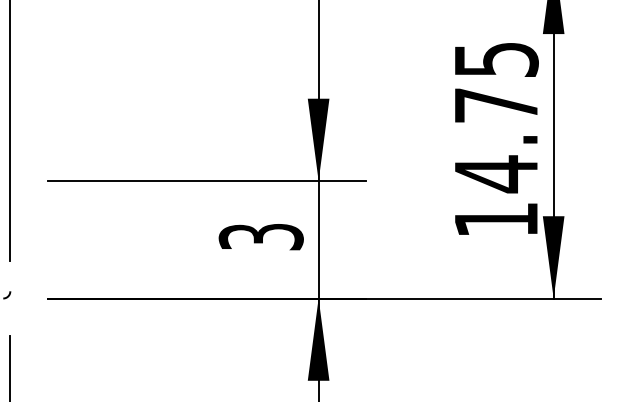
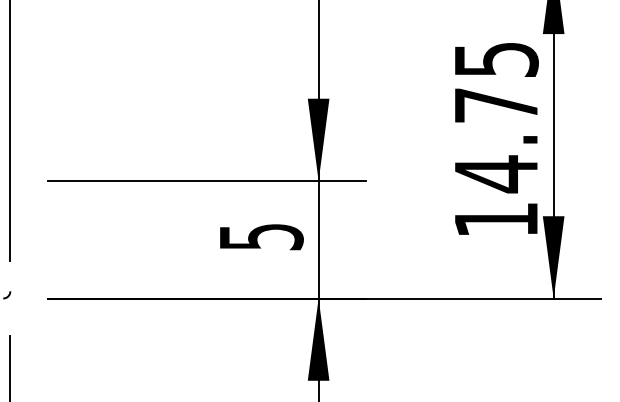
text at (260, 237): 3 -> 5
